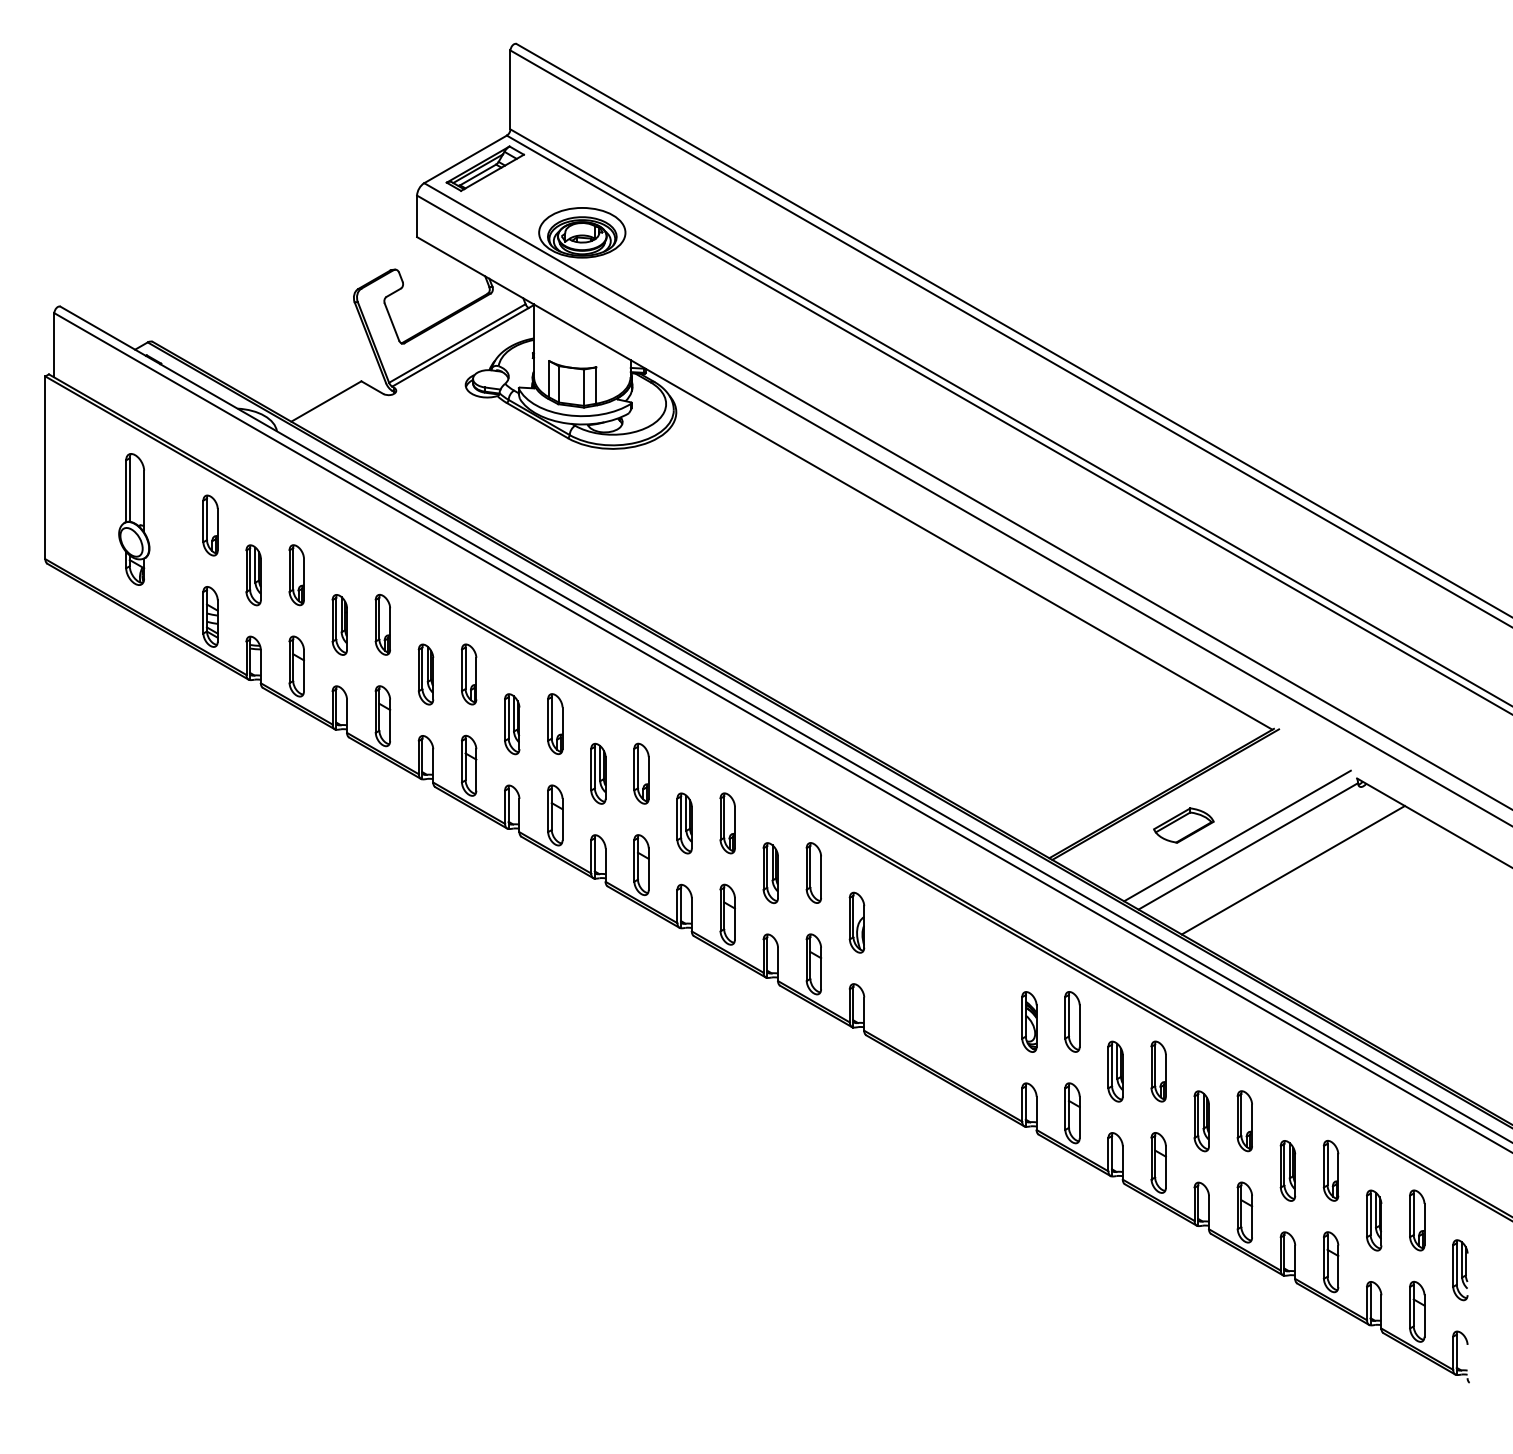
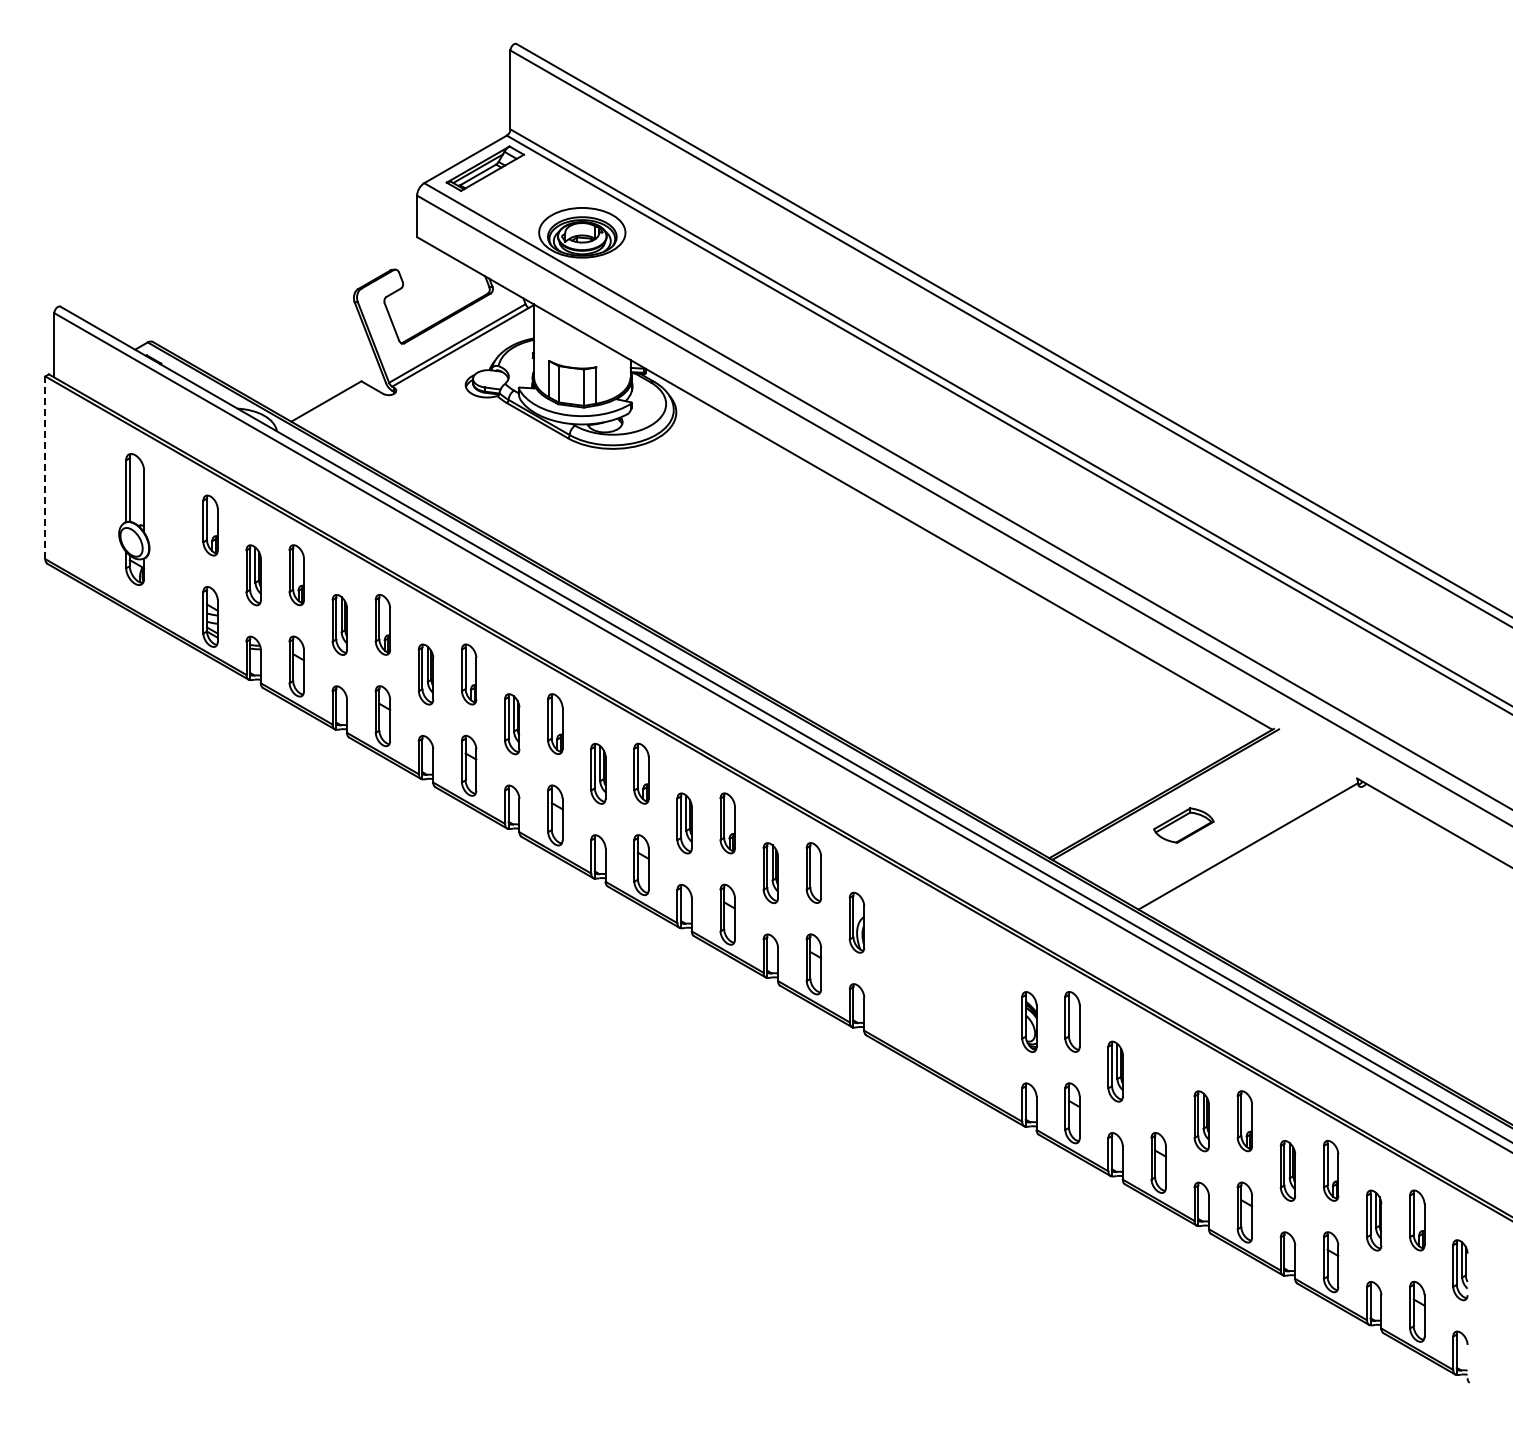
line at (45, 467): solid -> dashed
line at (1237, 835): present -> none
line at (1292, 870): present -> none
part at (1158, 1071): present -> none
